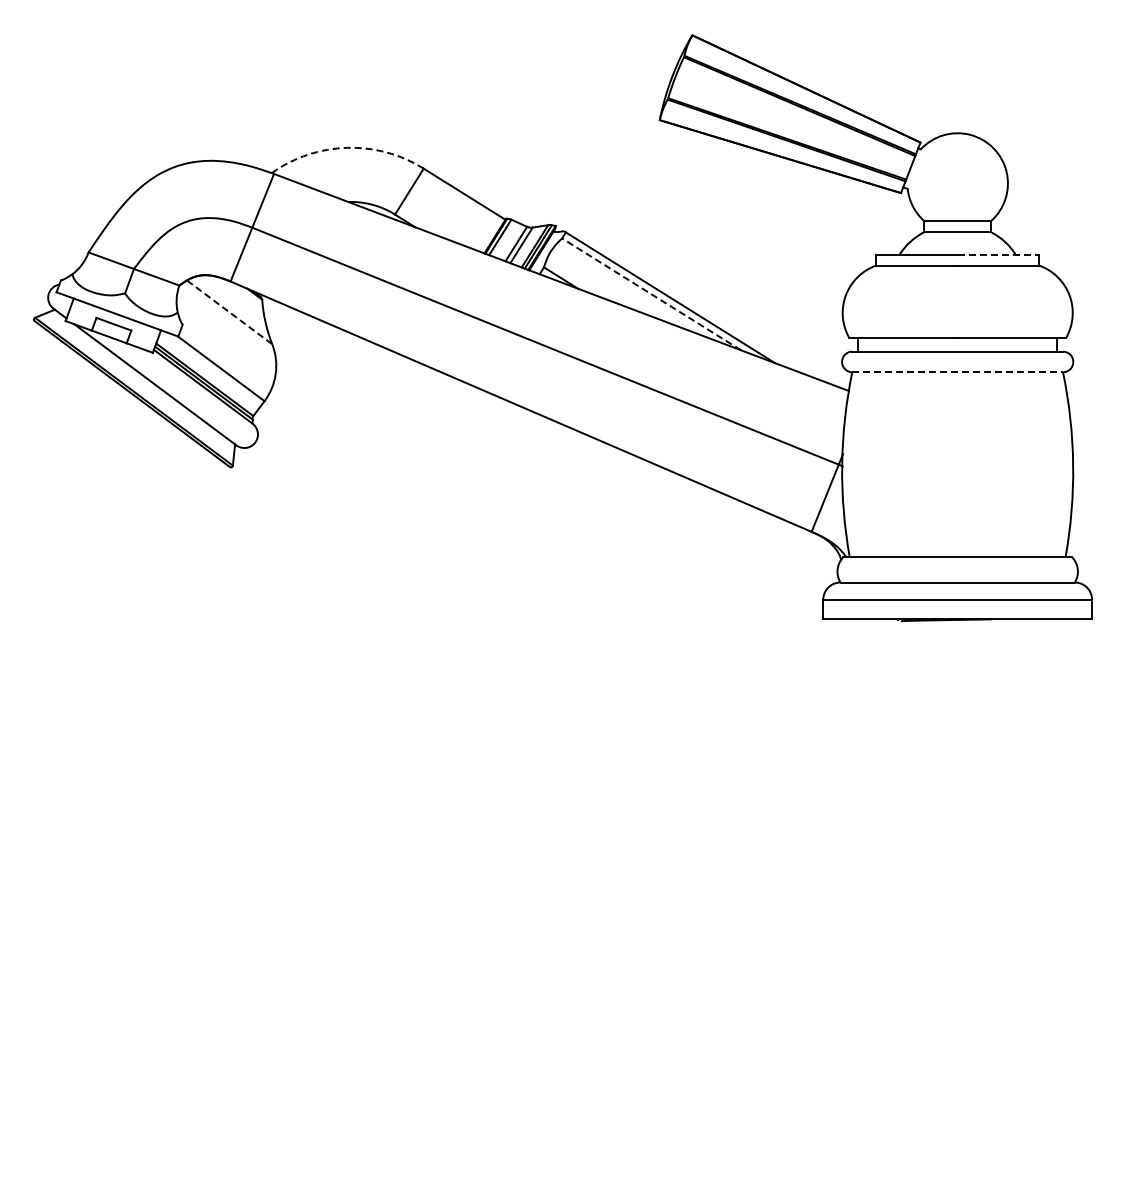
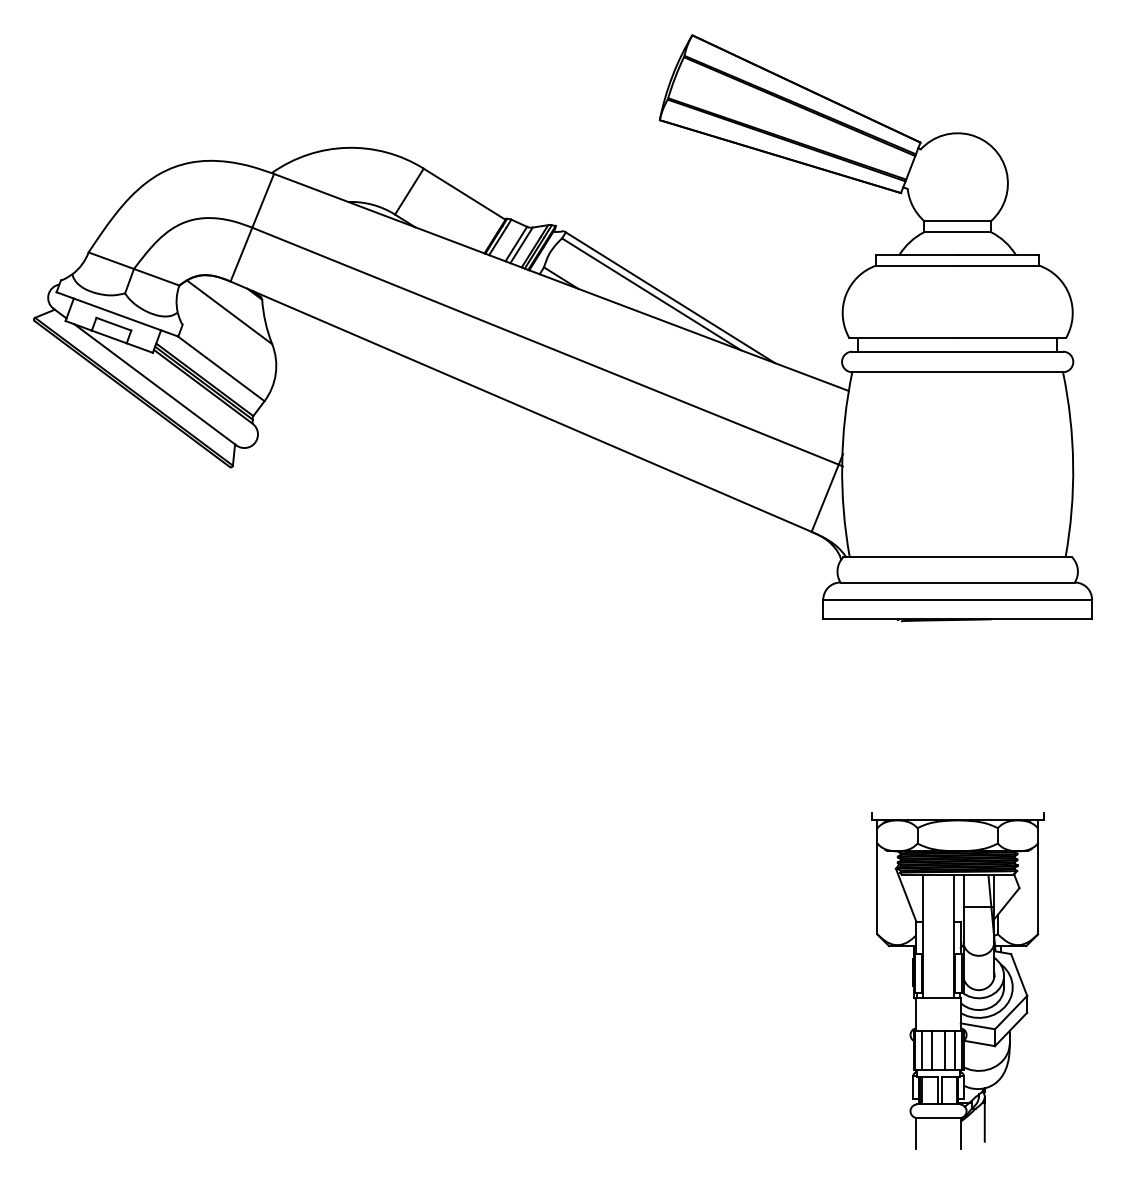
arc at (347, 147): dashed -> solid
line at (998, 255): dashed -> solid
line at (651, 294): dashed -> solid
line at (230, 312): dashed -> solid
line at (958, 372): dashed -> solid
part at (957, 980): none -> present
